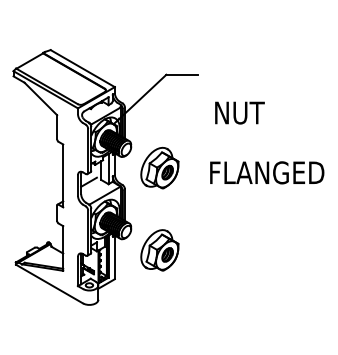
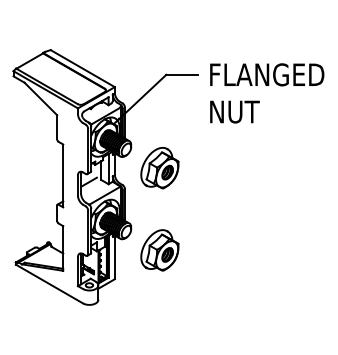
text at (239, 112) position: (239, 112) -> (234, 111)
text at (267, 172) position: (267, 172) -> (267, 74)
